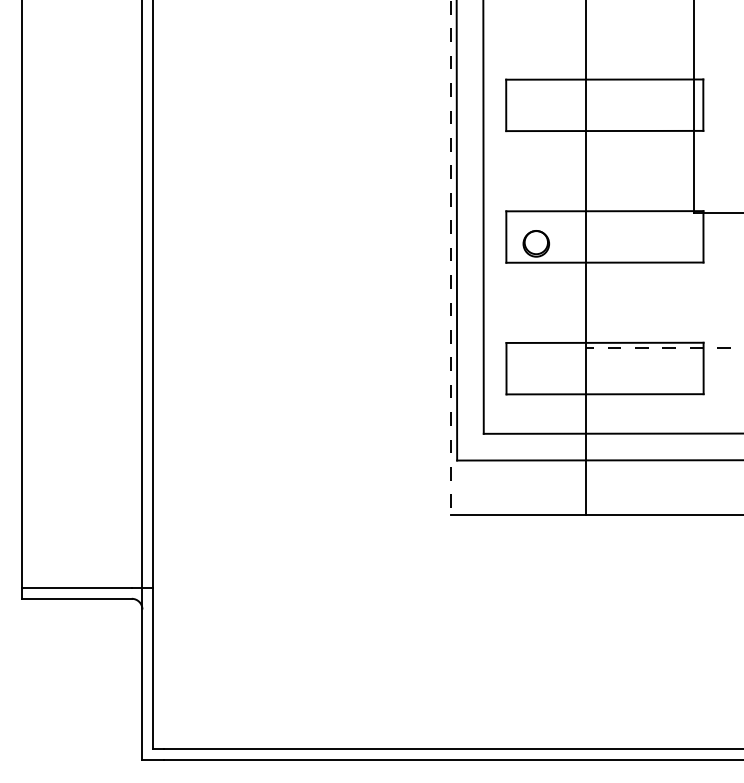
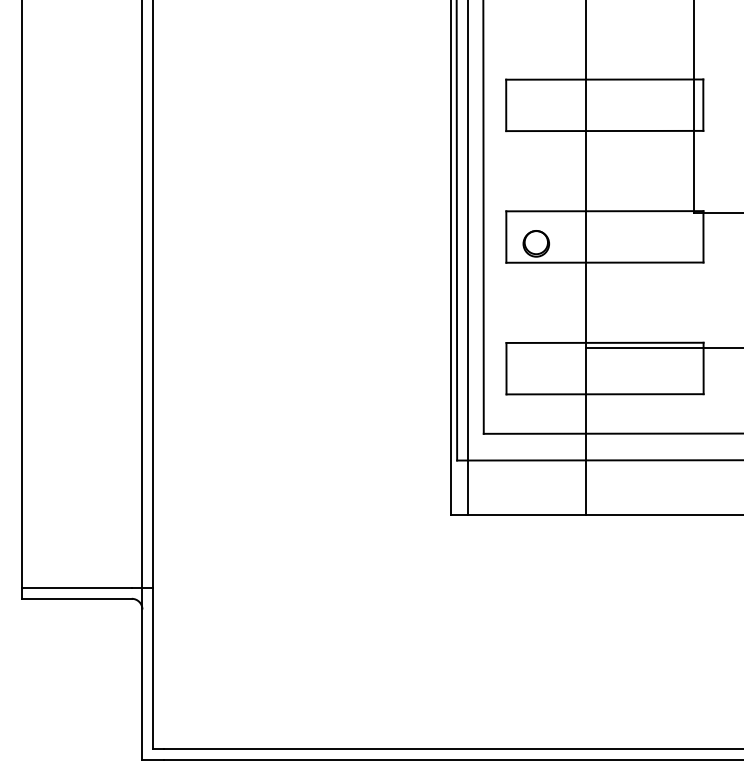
line at (451, 258): dashed -> solid
line at (467, 258): none -> present
line at (664, 348): dashed -> solid
